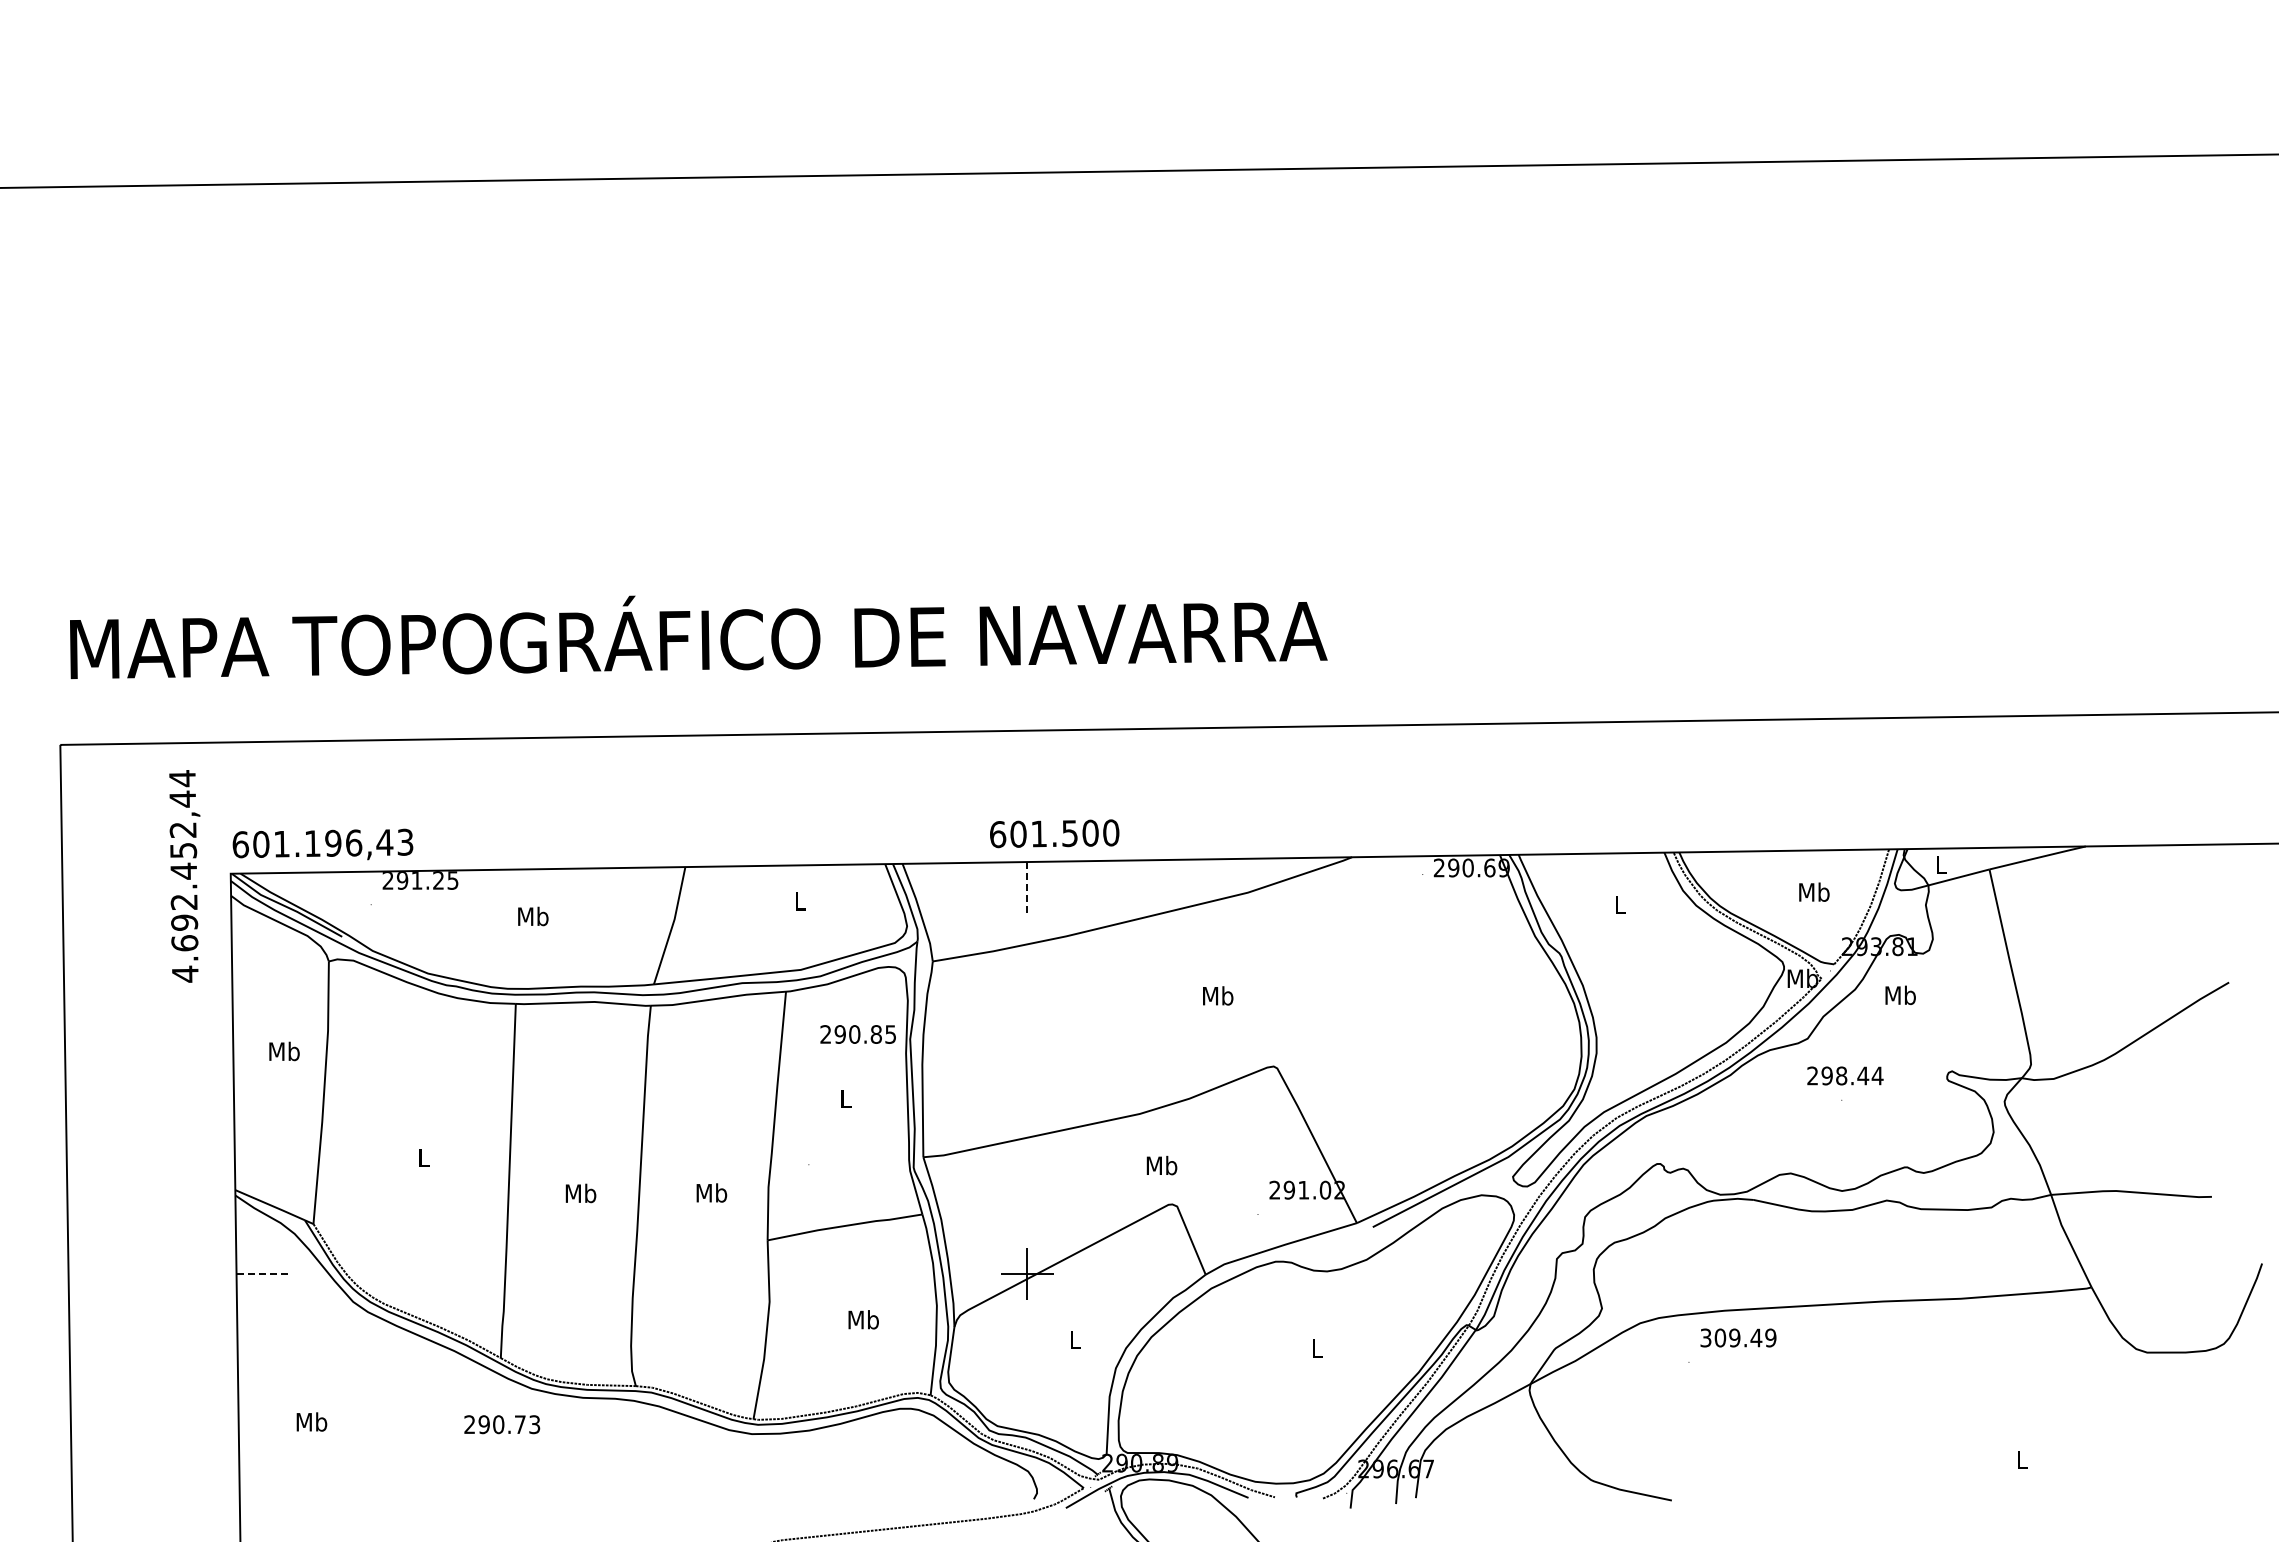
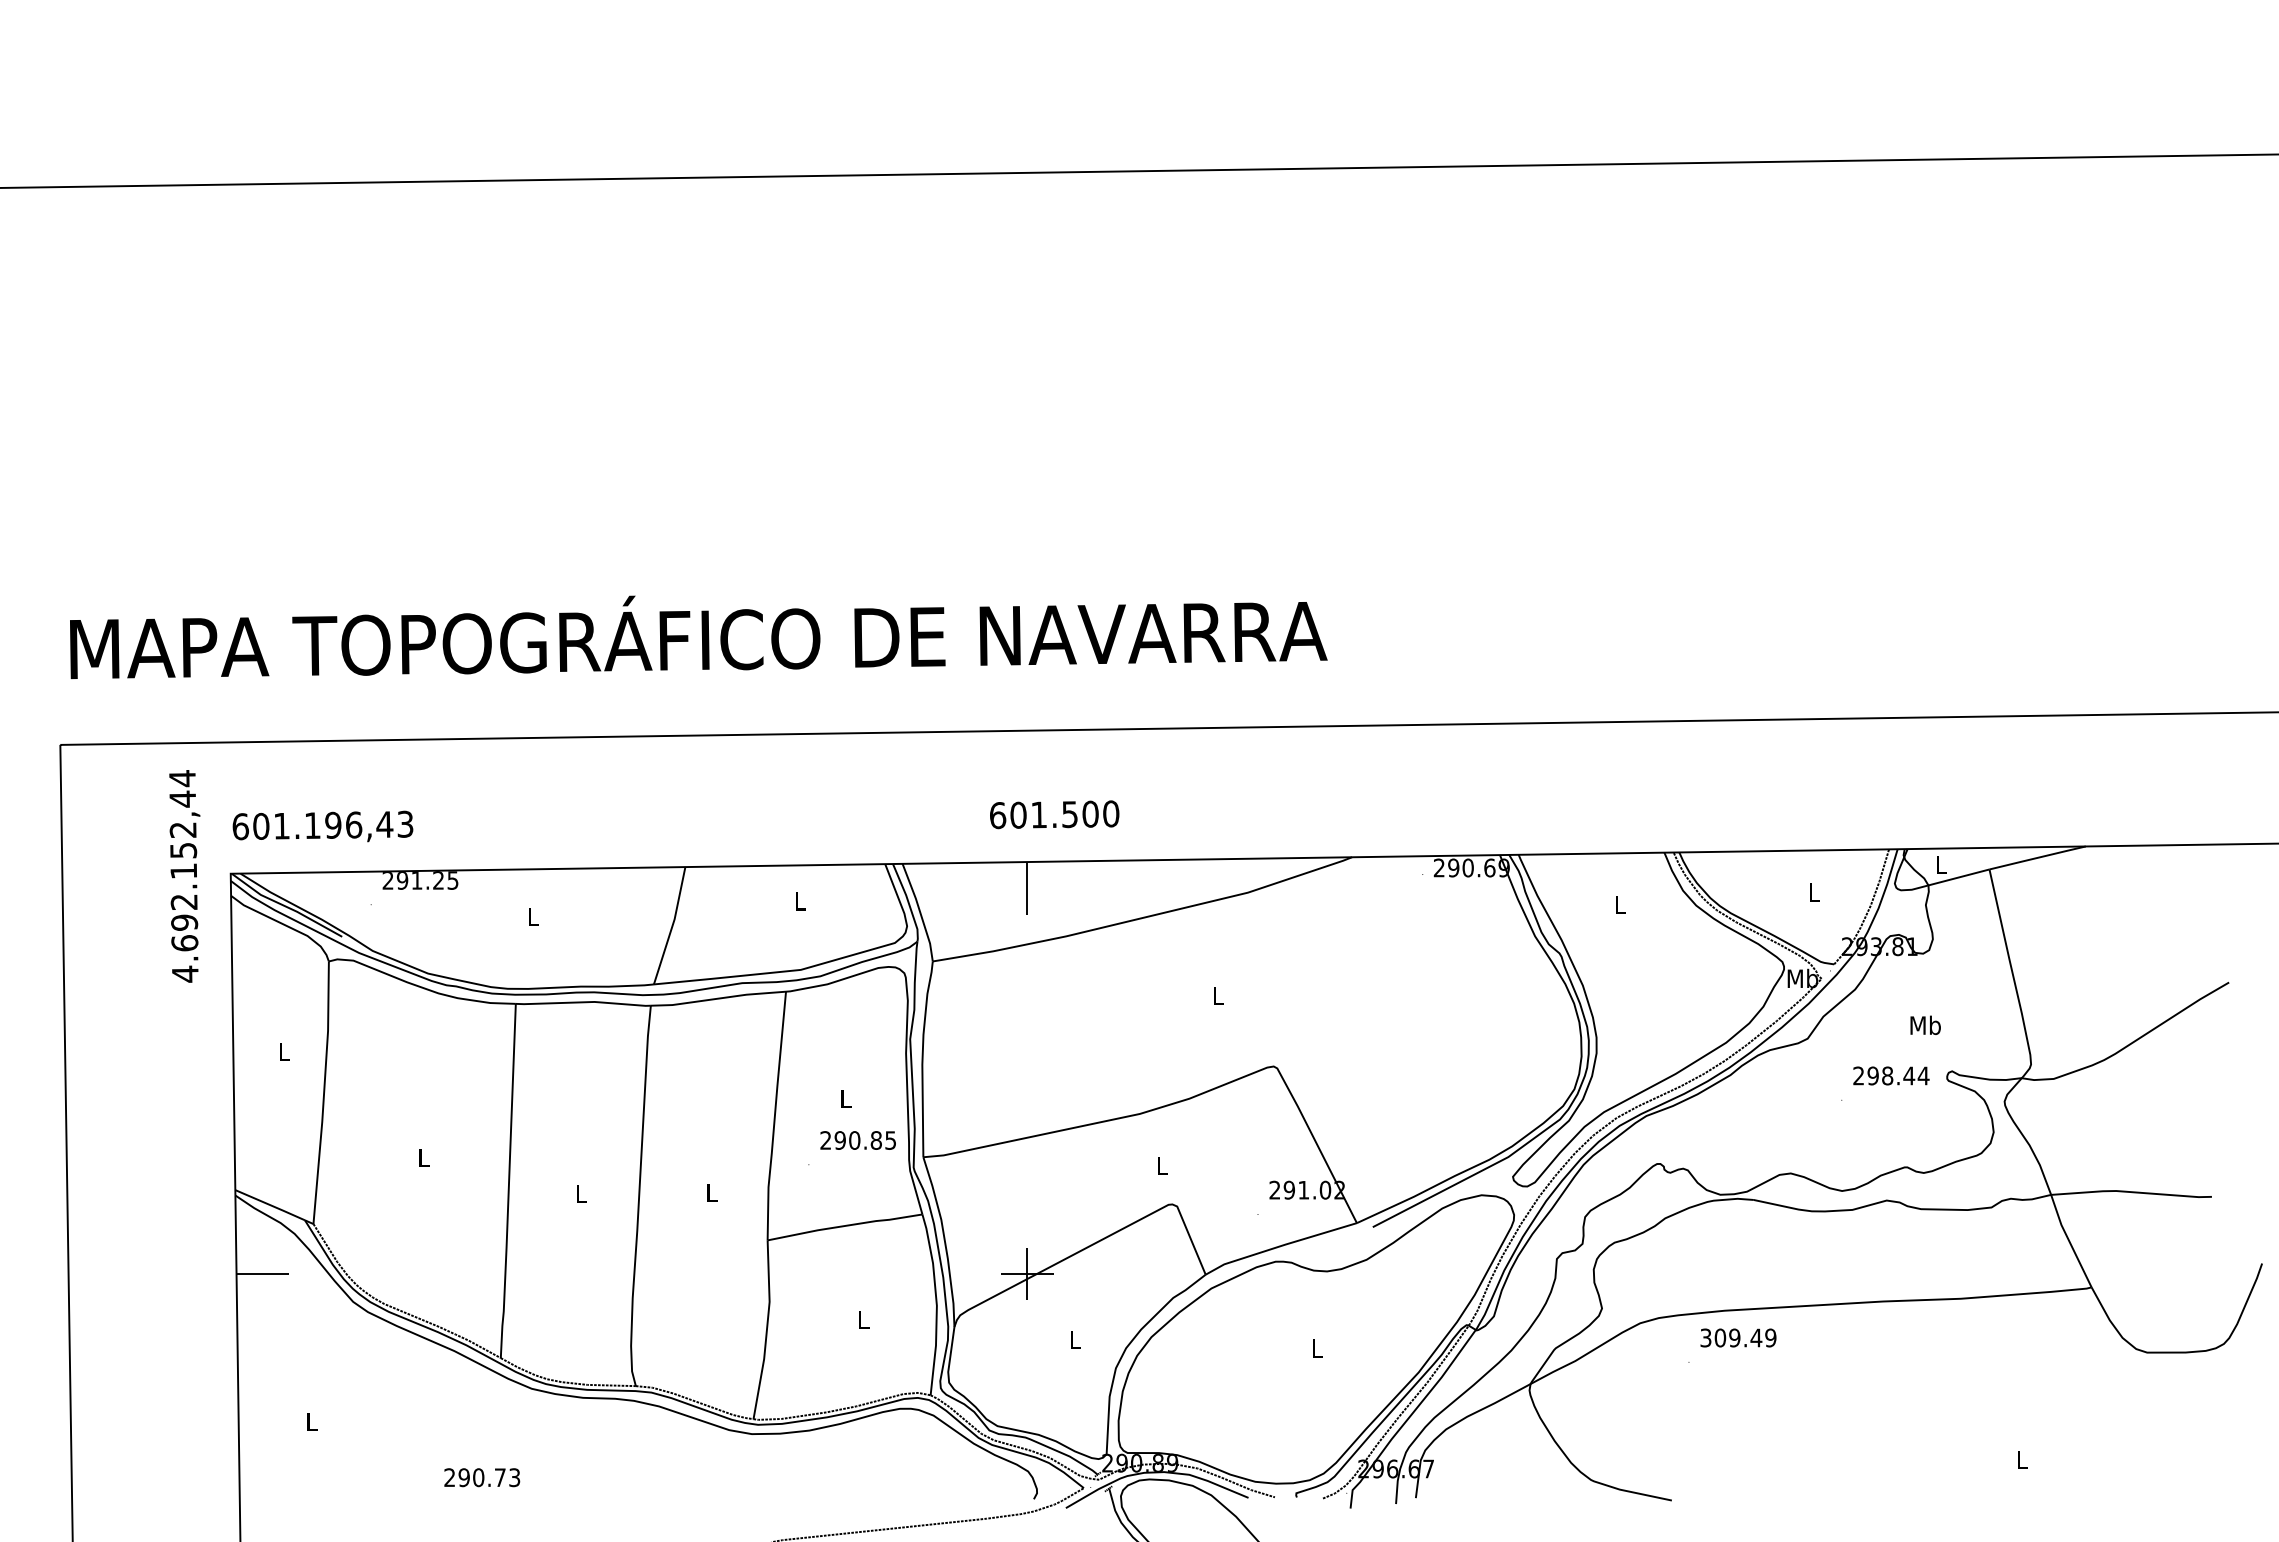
text at (1054, 833) position: (1054, 833) -> (1054, 814)
text at (322, 844) position: (322, 844) -> (322, 826)
text at (183, 870): 4.692.452,44 -> 4.692.152,44
line at (1027, 888): dashed -> solid
text at (1814, 891): Mb -> L
text at (533, 916): Mb -> L
text at (1900, 994) position: (1900, 994) -> (1925, 1024)
text at (1218, 995): Mb -> L
text at (857, 1034) position: (857, 1034) -> (857, 1140)
text at (284, 1051): Mb -> L
text at (1845, 1075) position: (1845, 1075) -> (1891, 1075)
text at (1161, 1165): Mb -> L
text at (711, 1192): Mb -> L
text at (580, 1193): Mb -> L
line at (263, 1273): dashed -> solid
text at (863, 1319): Mb -> L
text at (311, 1421): Mb -> L
text at (502, 1424) position: (502, 1424) -> (482, 1477)
